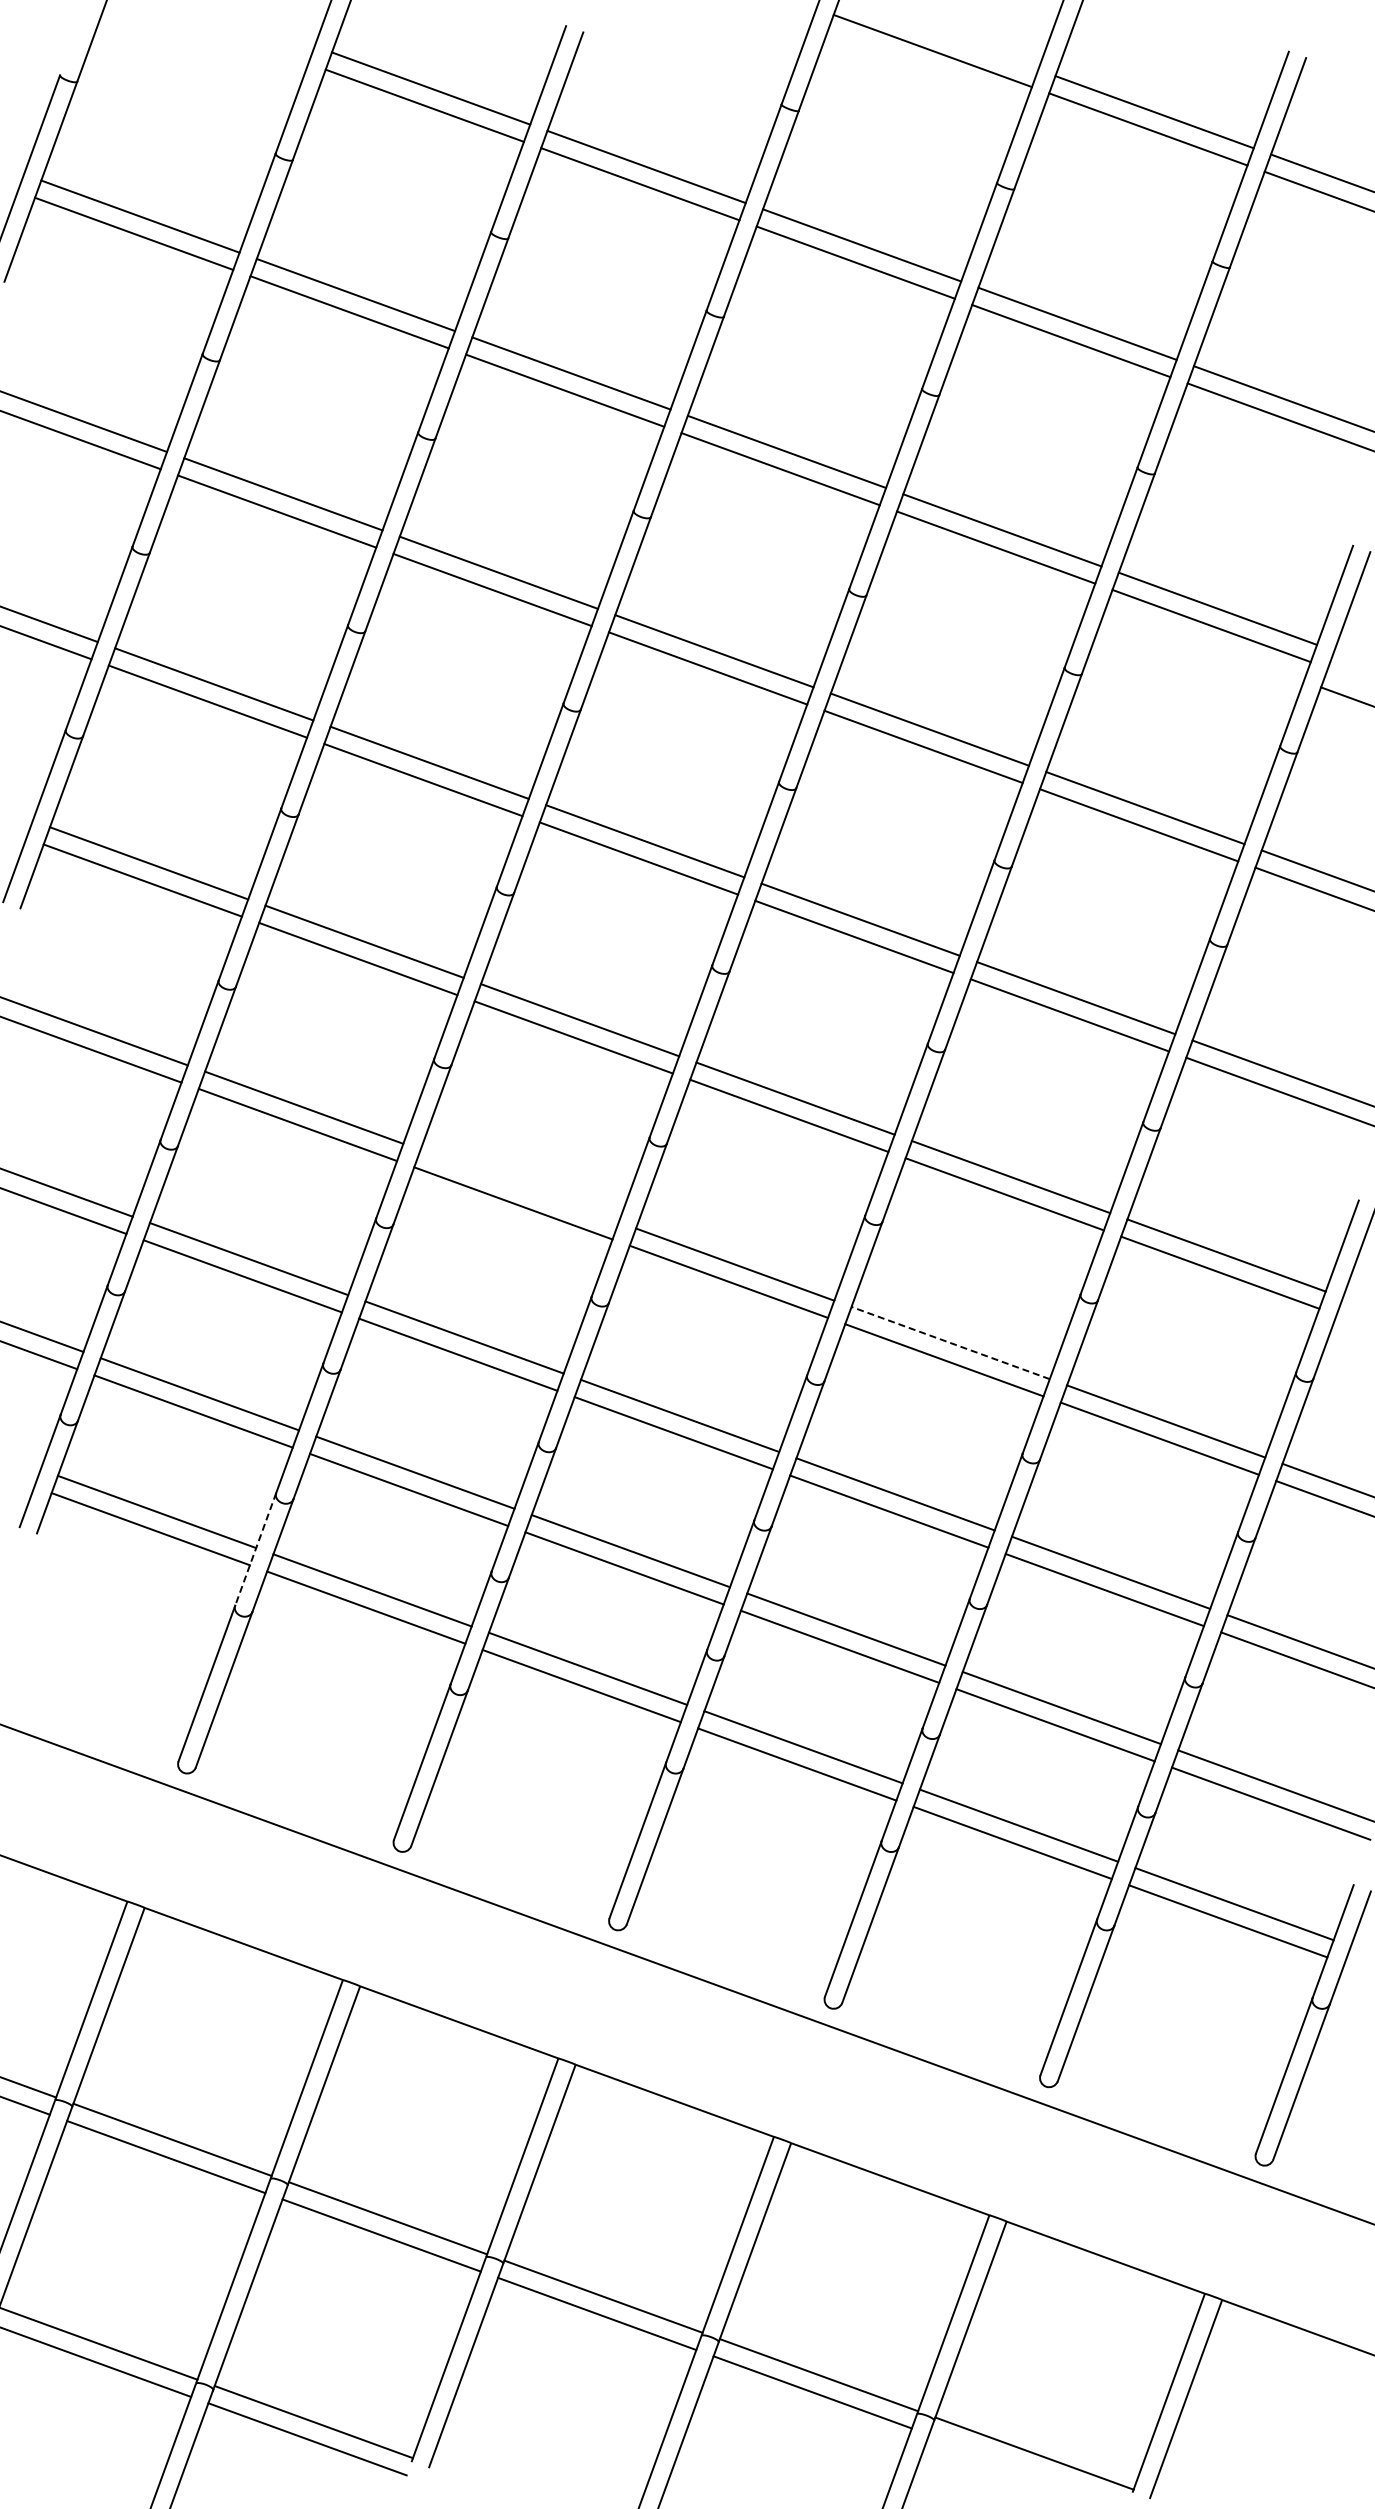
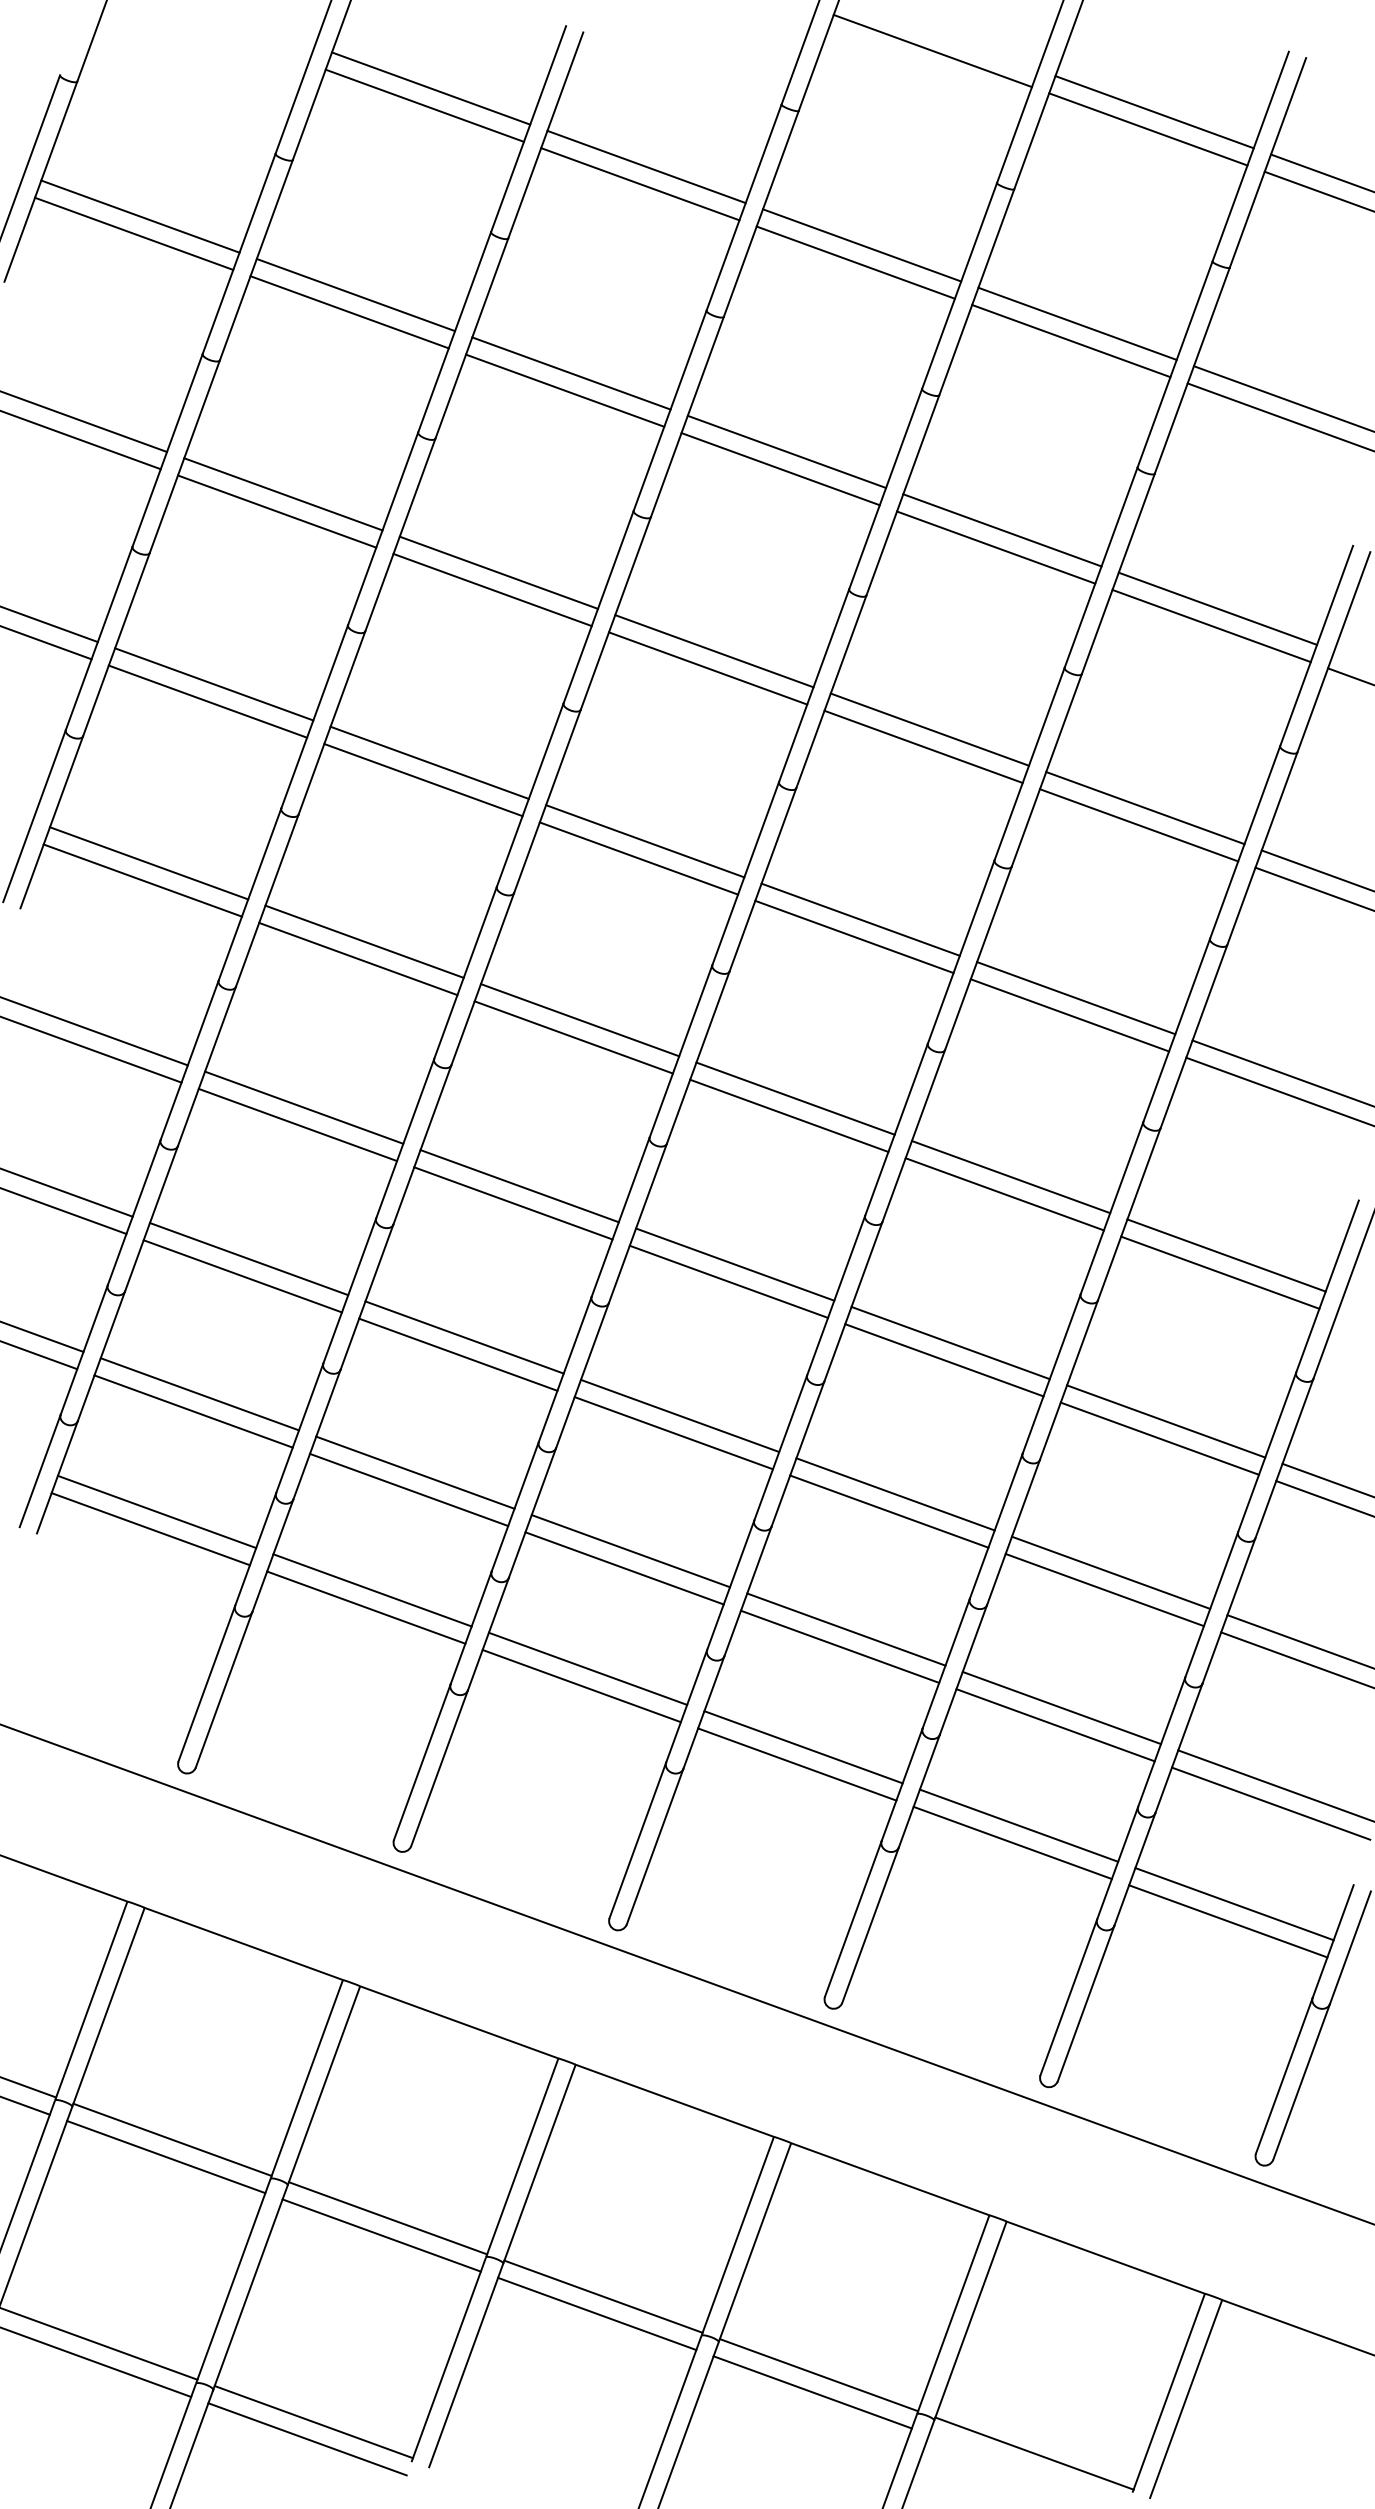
line at (1346, 696) position: (1346, 696) -> (1349, 676)
line at (519, 1186): none -> present
line at (950, 1342): dashed -> solid
line at (255, 1549): dashed -> solid
